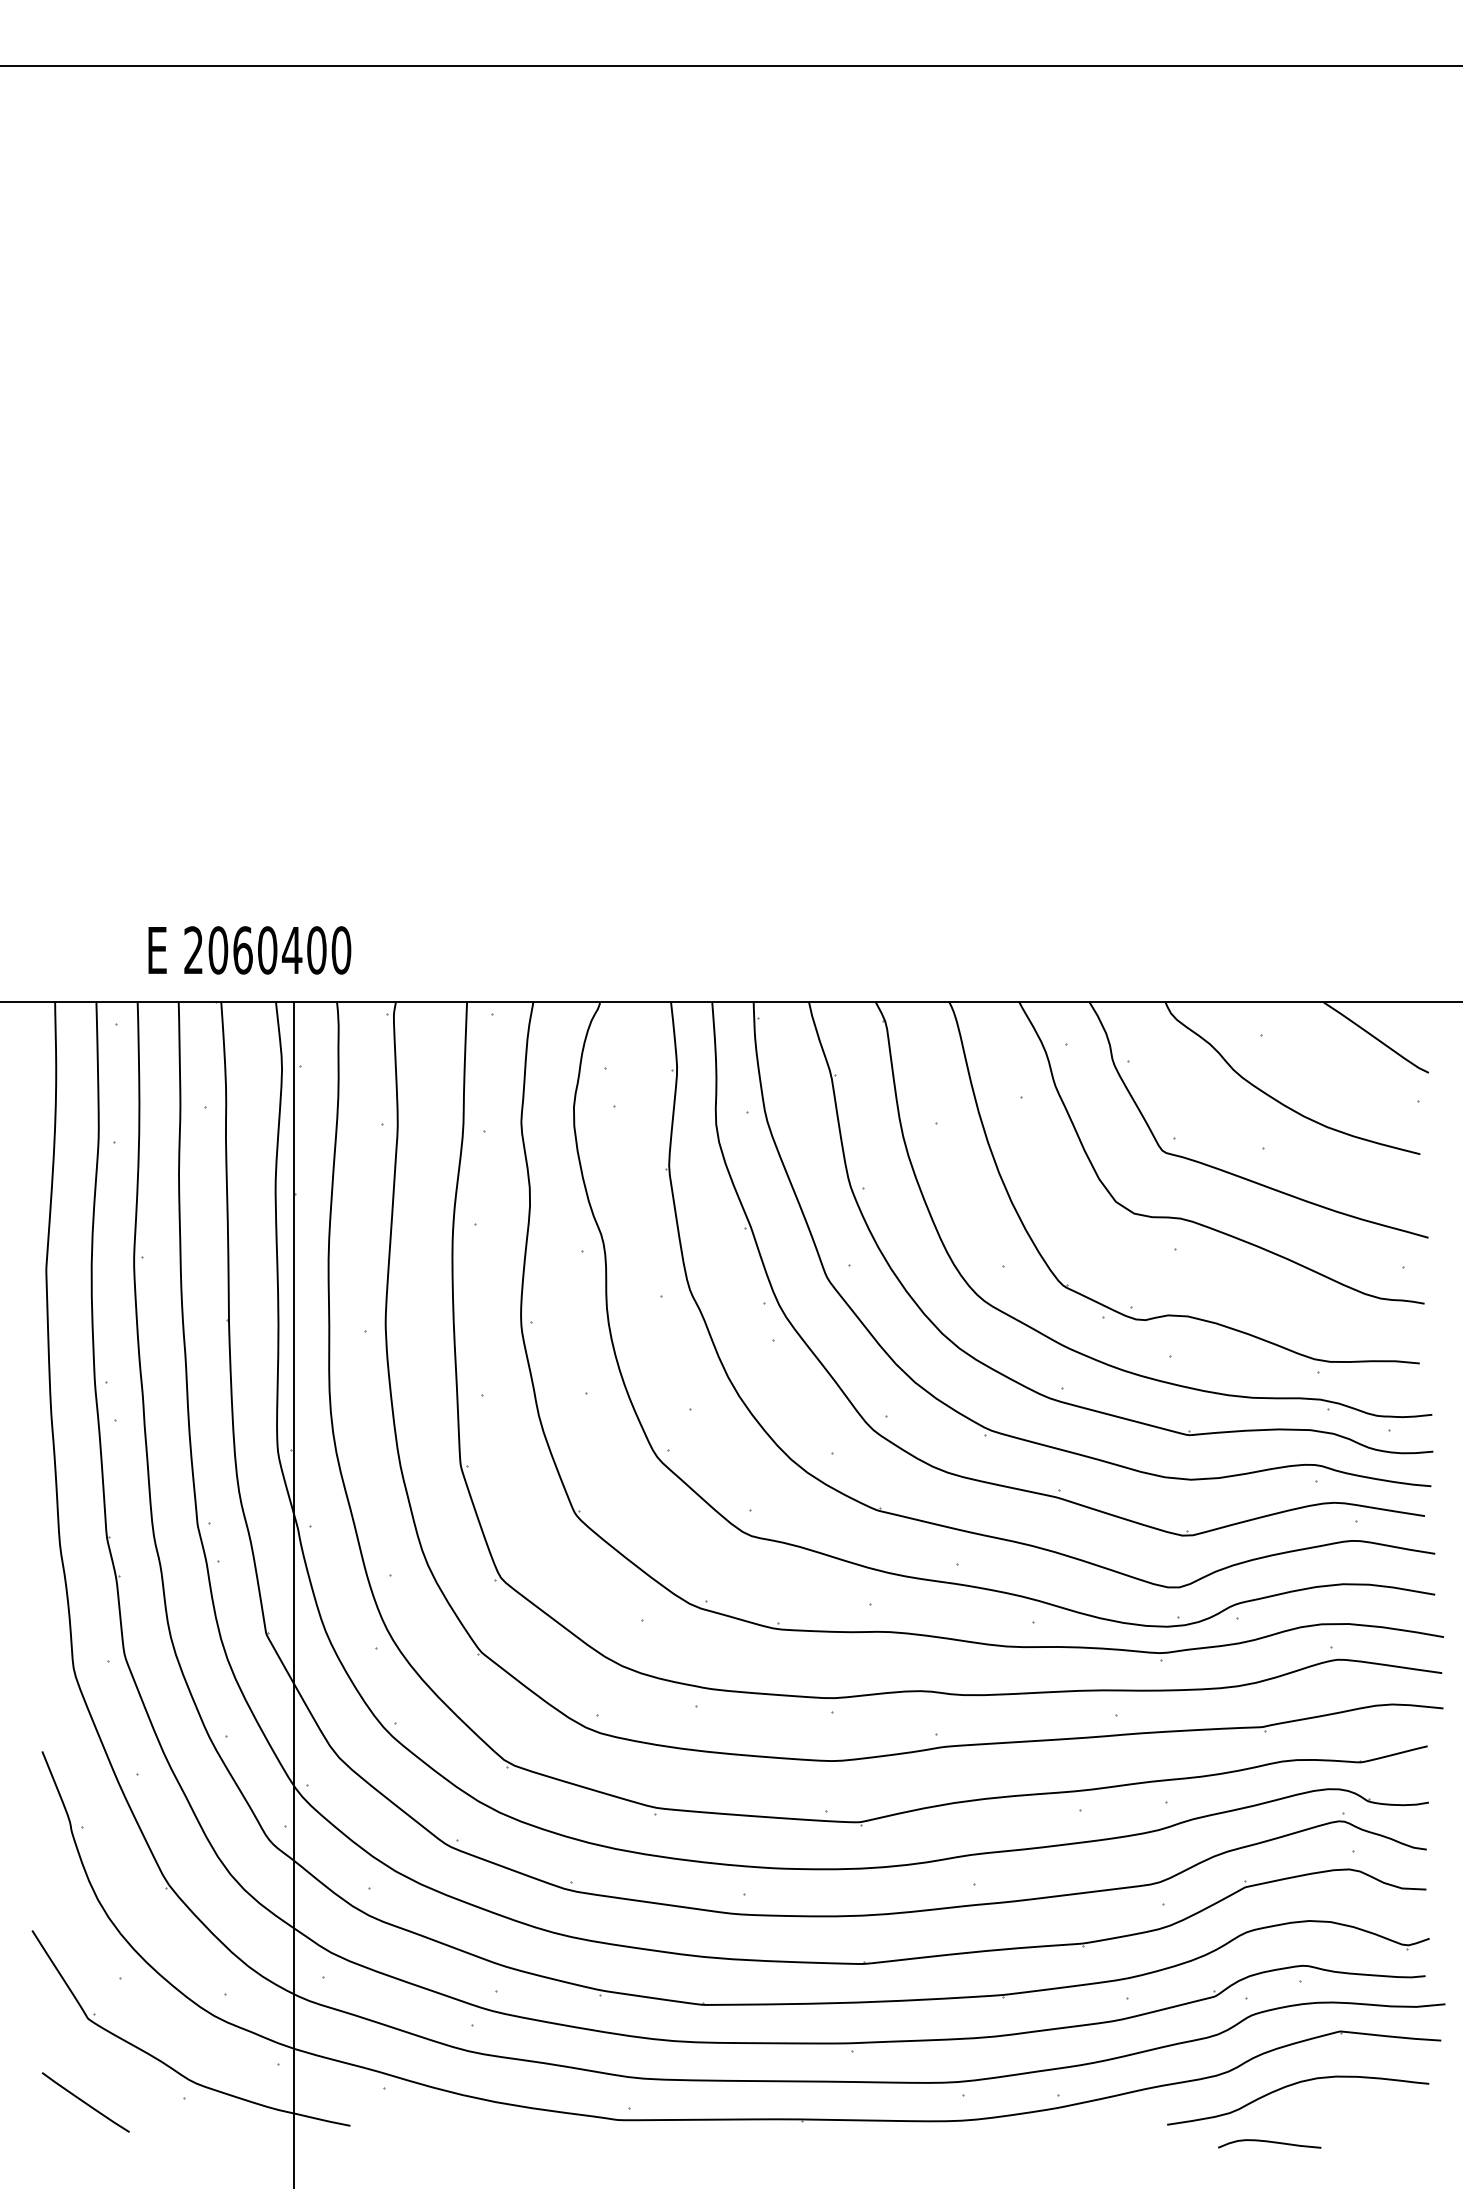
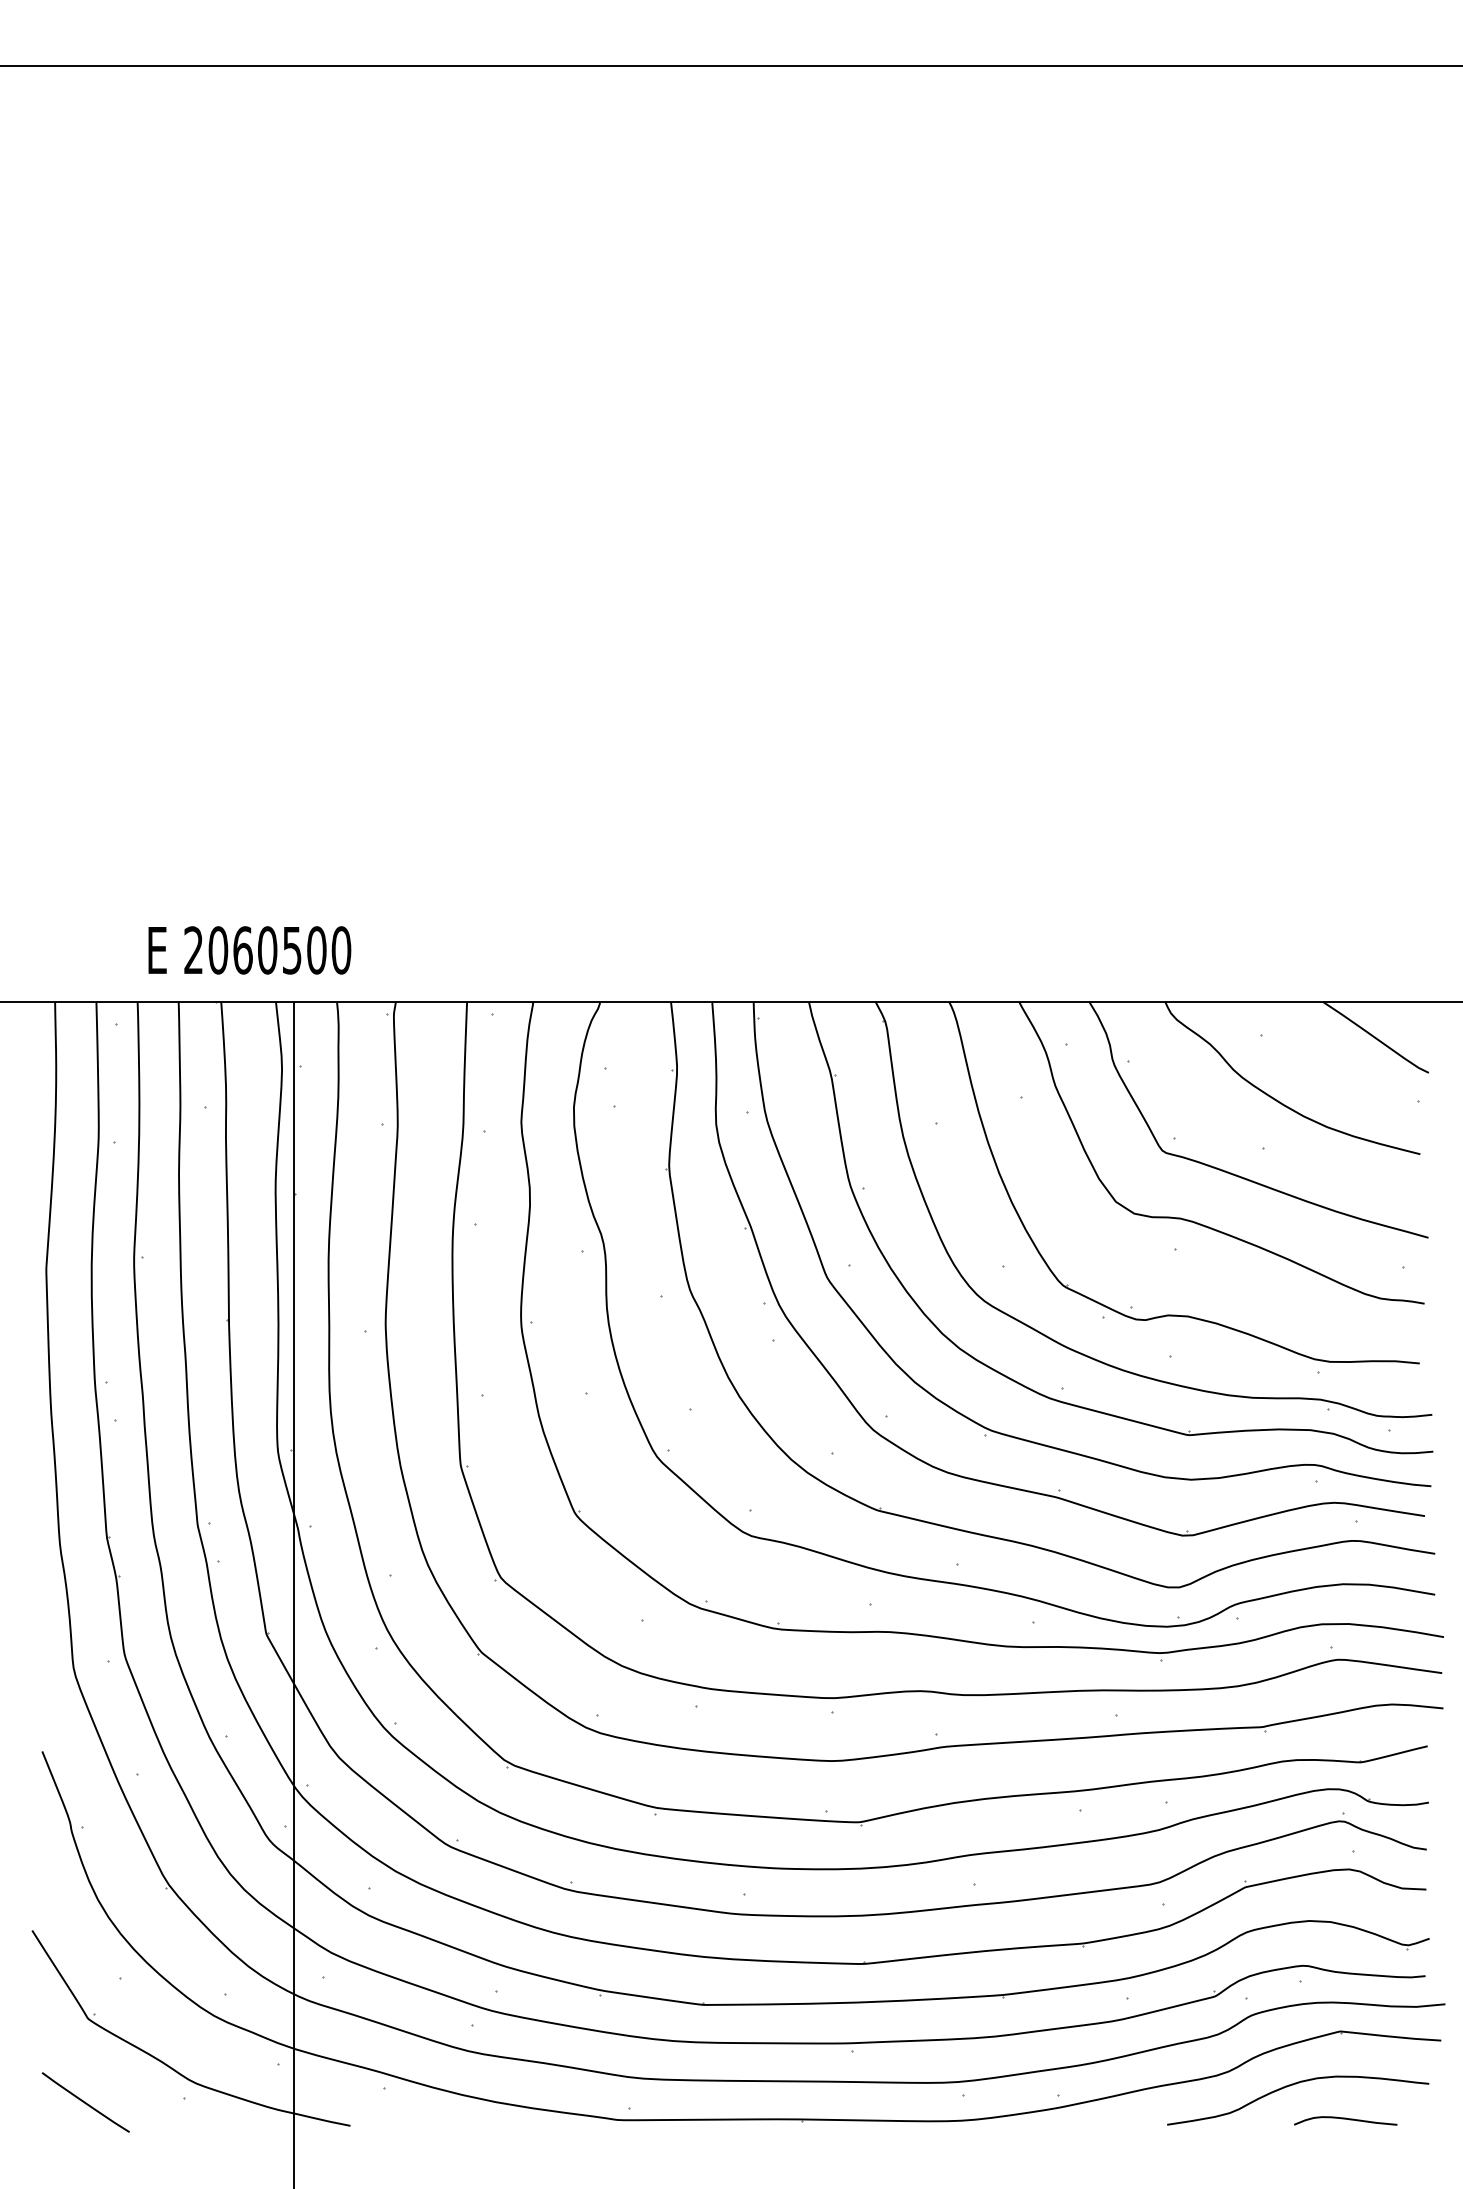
text at (291, 950): 2060400 -> 2060500
curve at (1269, 2142) position: (1269, 2142) -> (1345, 2119)
